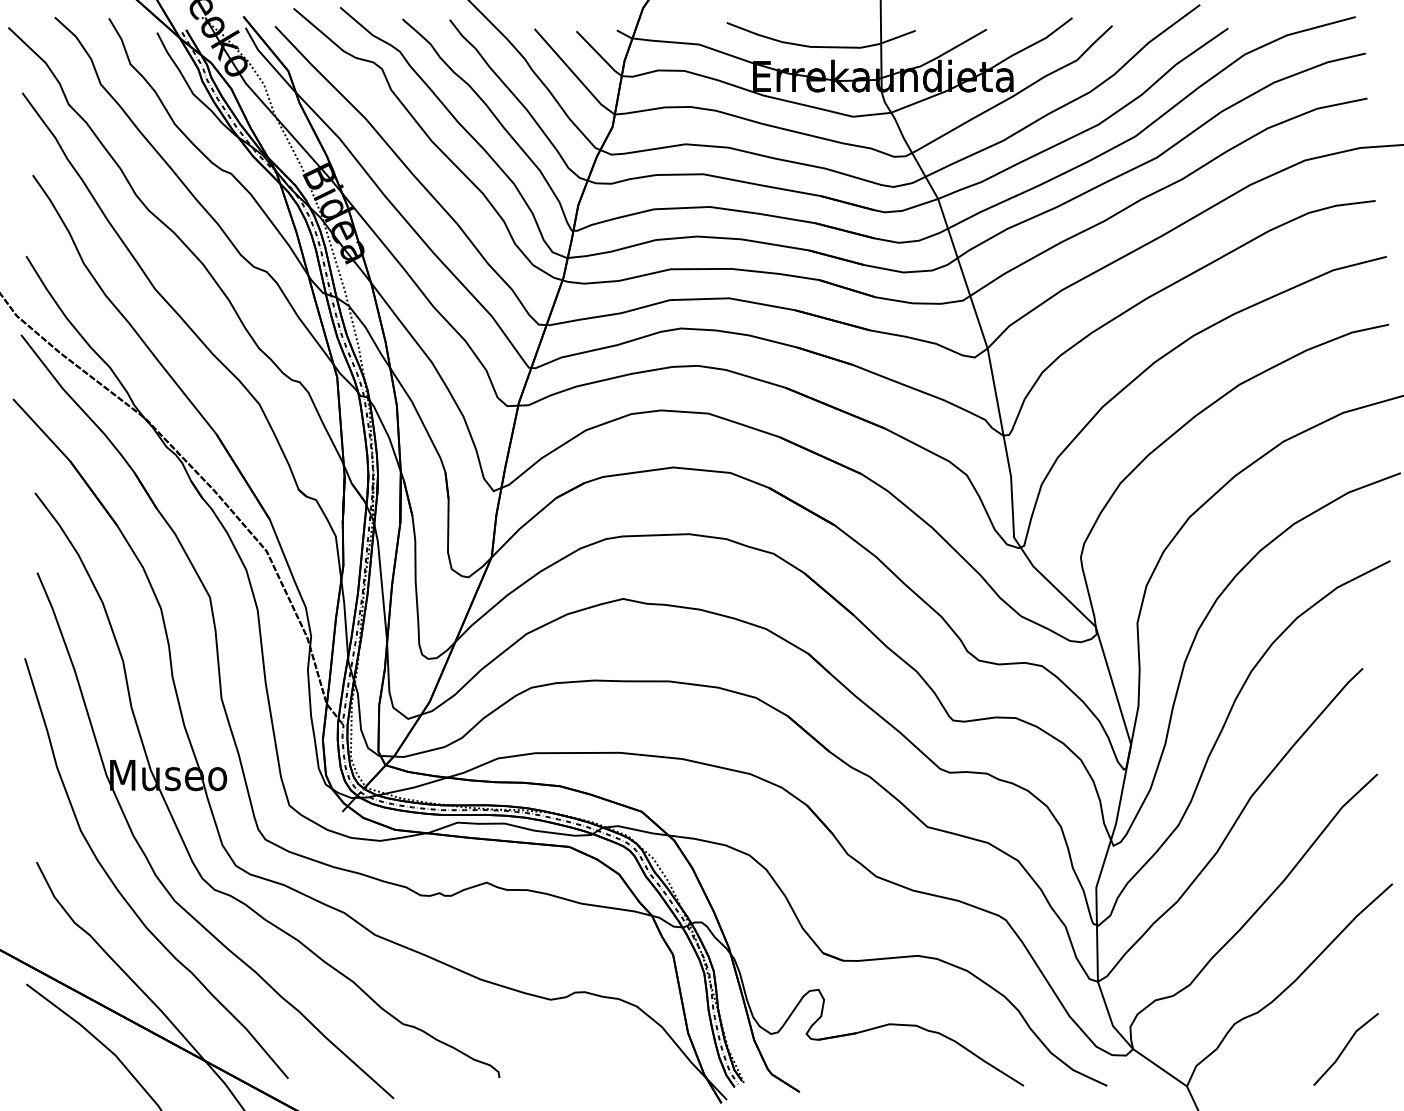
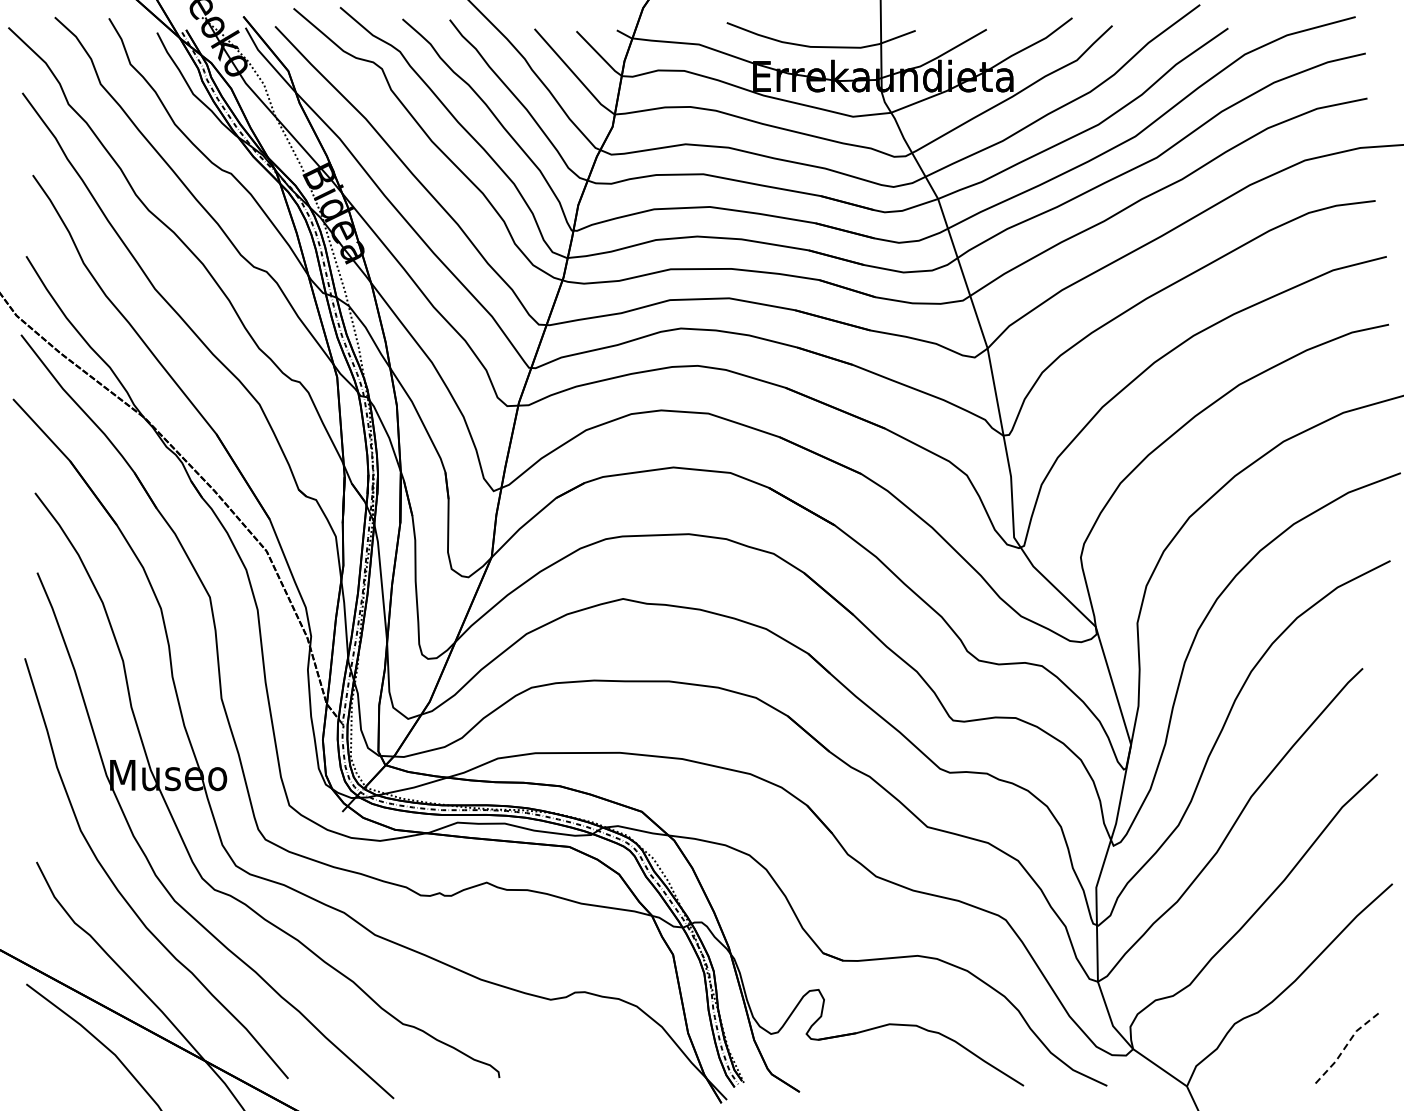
line at (1344, 1048): solid -> dashed
